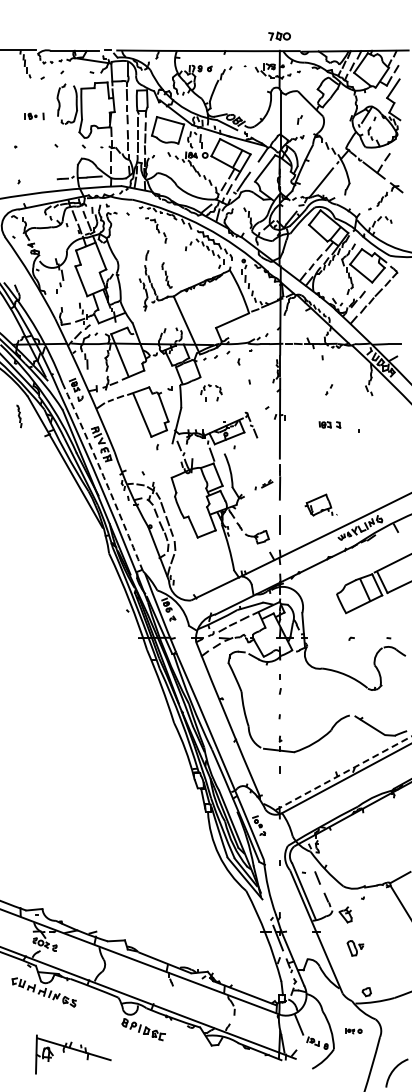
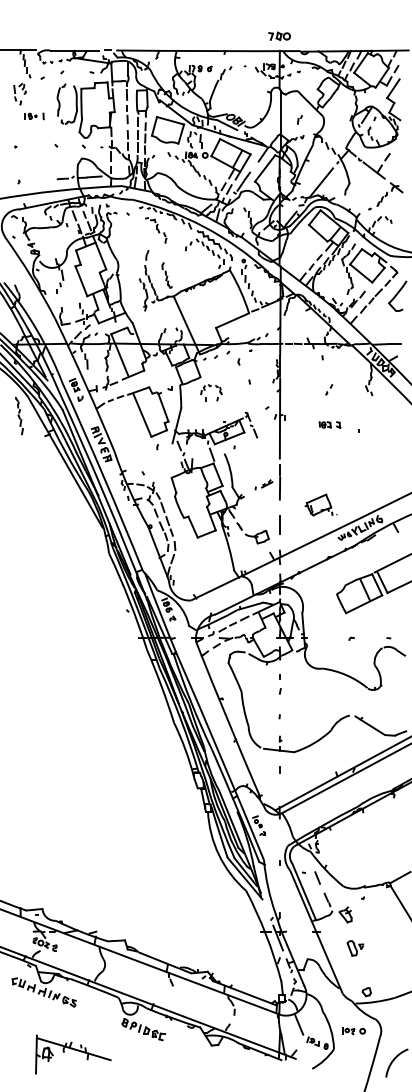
part at (19, 94): none -> present
part at (397, 295): none -> present
part at (19, 416) size: 7x25 px -> 9x39 px
arc at (103, 476): dashed -> solid
line at (344, 772): dashed -> solid
part at (353, 1031) size: 18x7 px -> 24x9 px
arc at (394, 1070) position: (394, 1070) -> (394, 1060)
